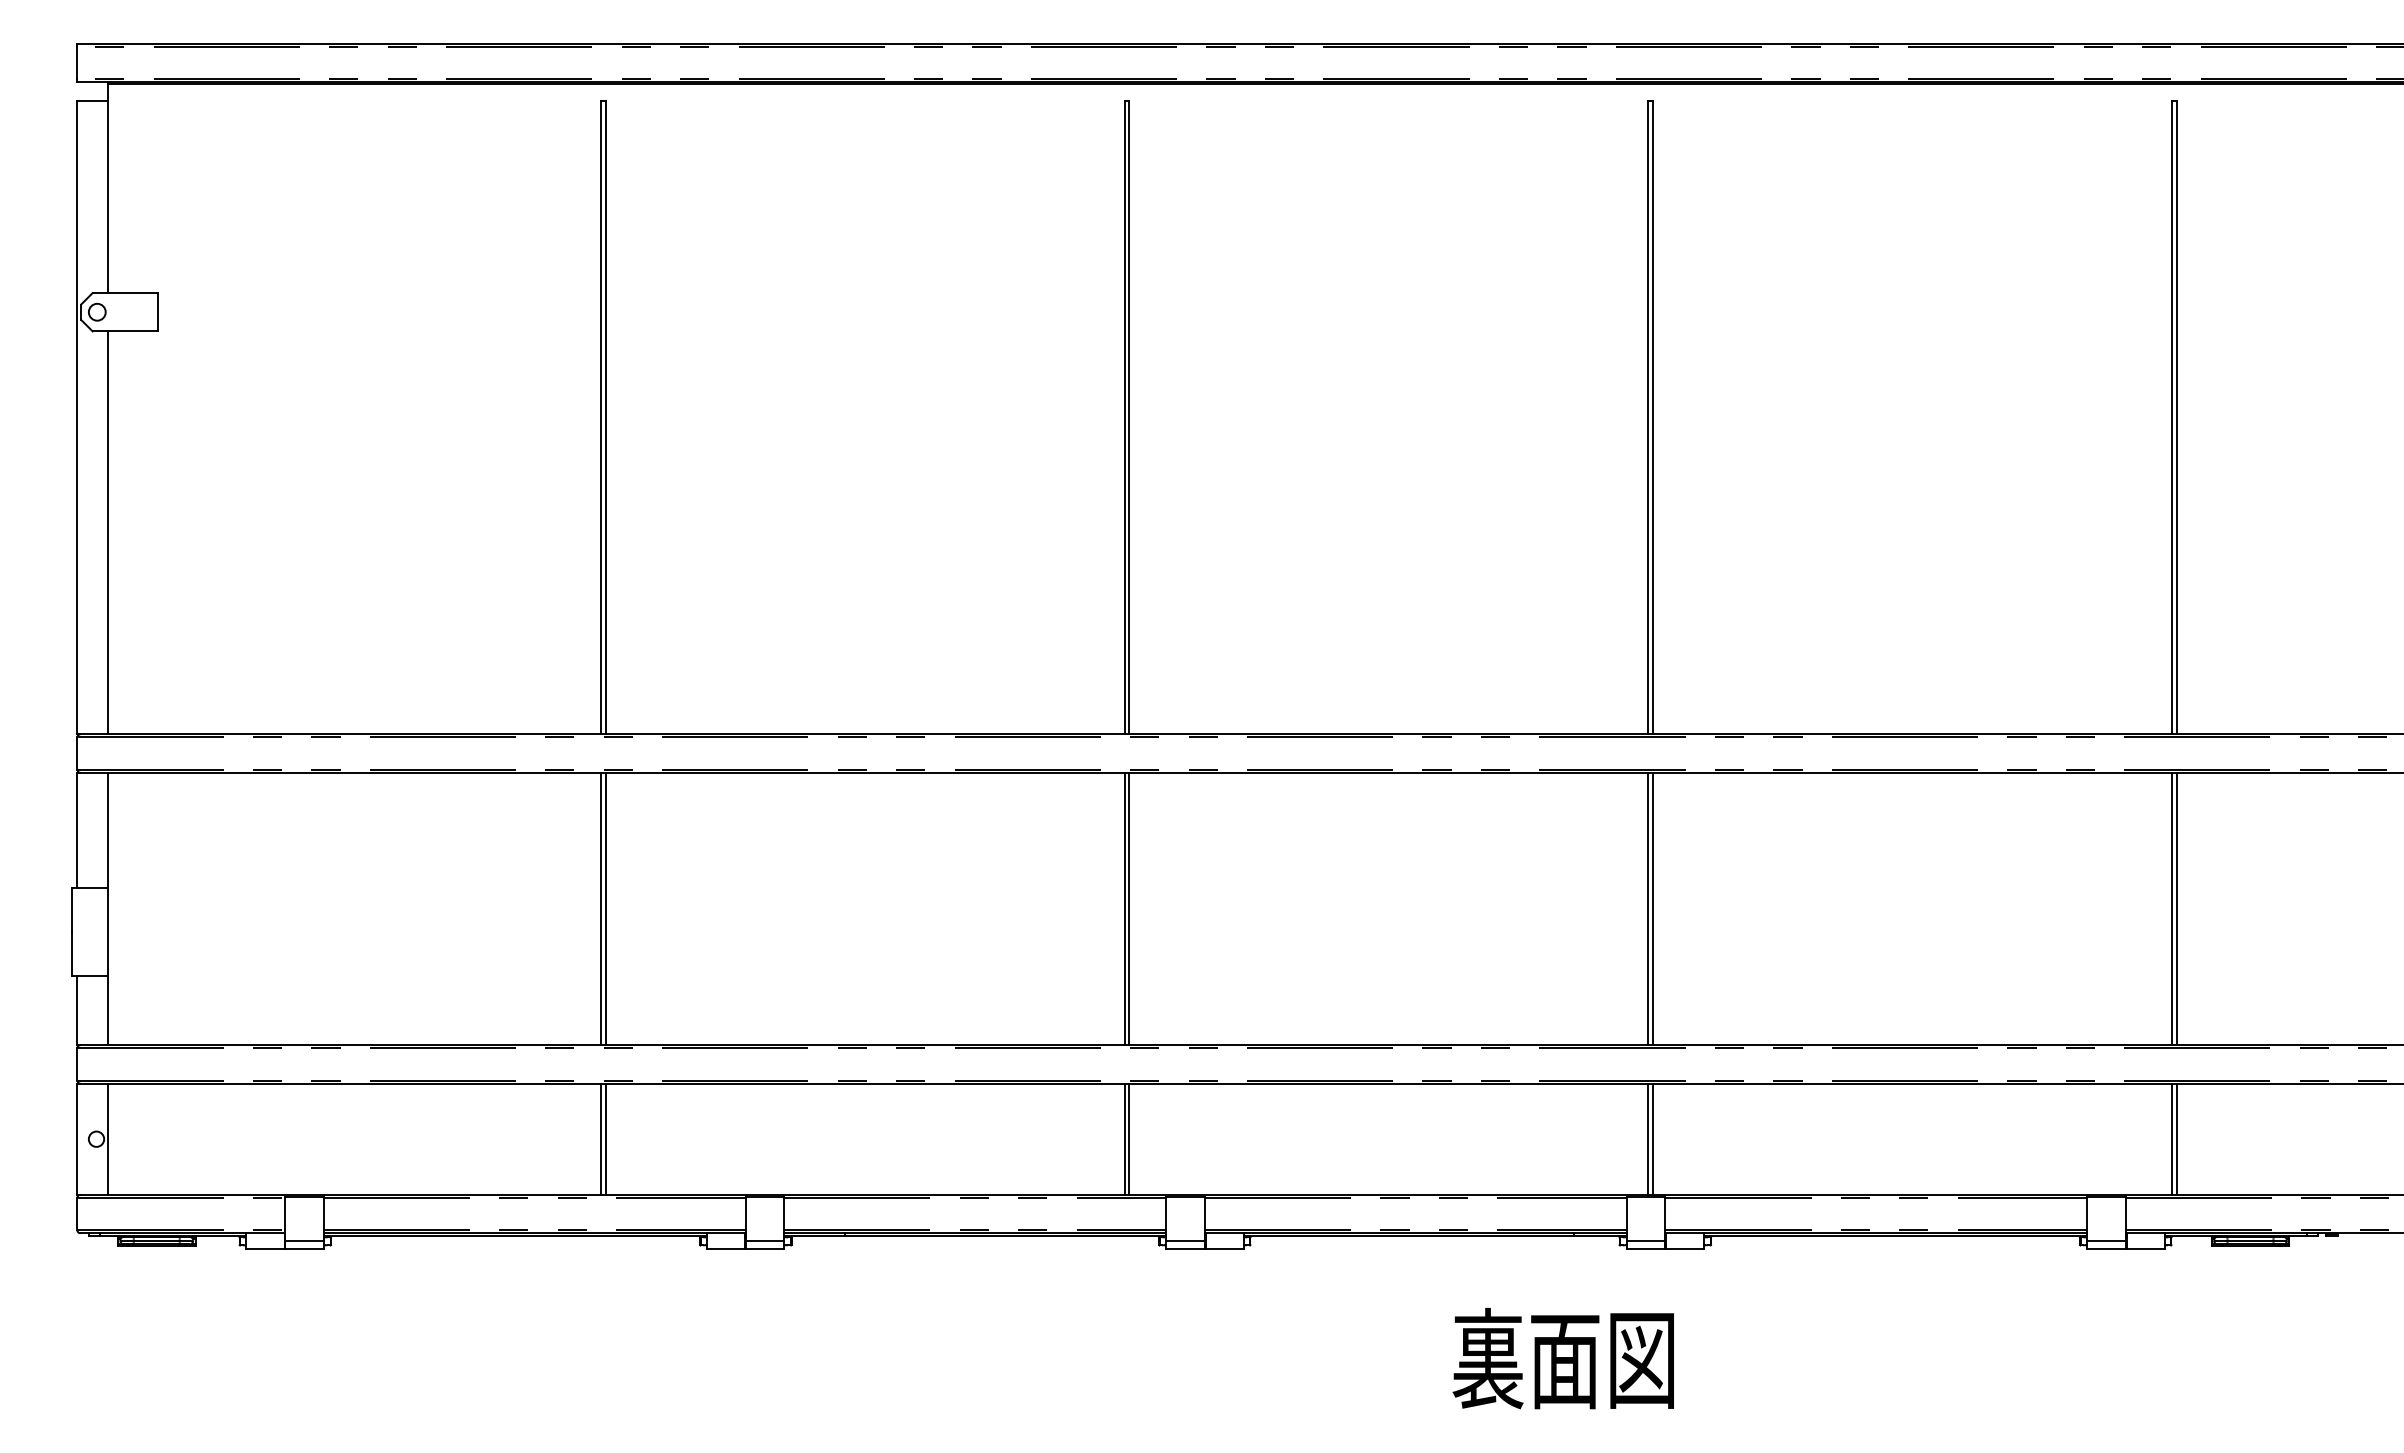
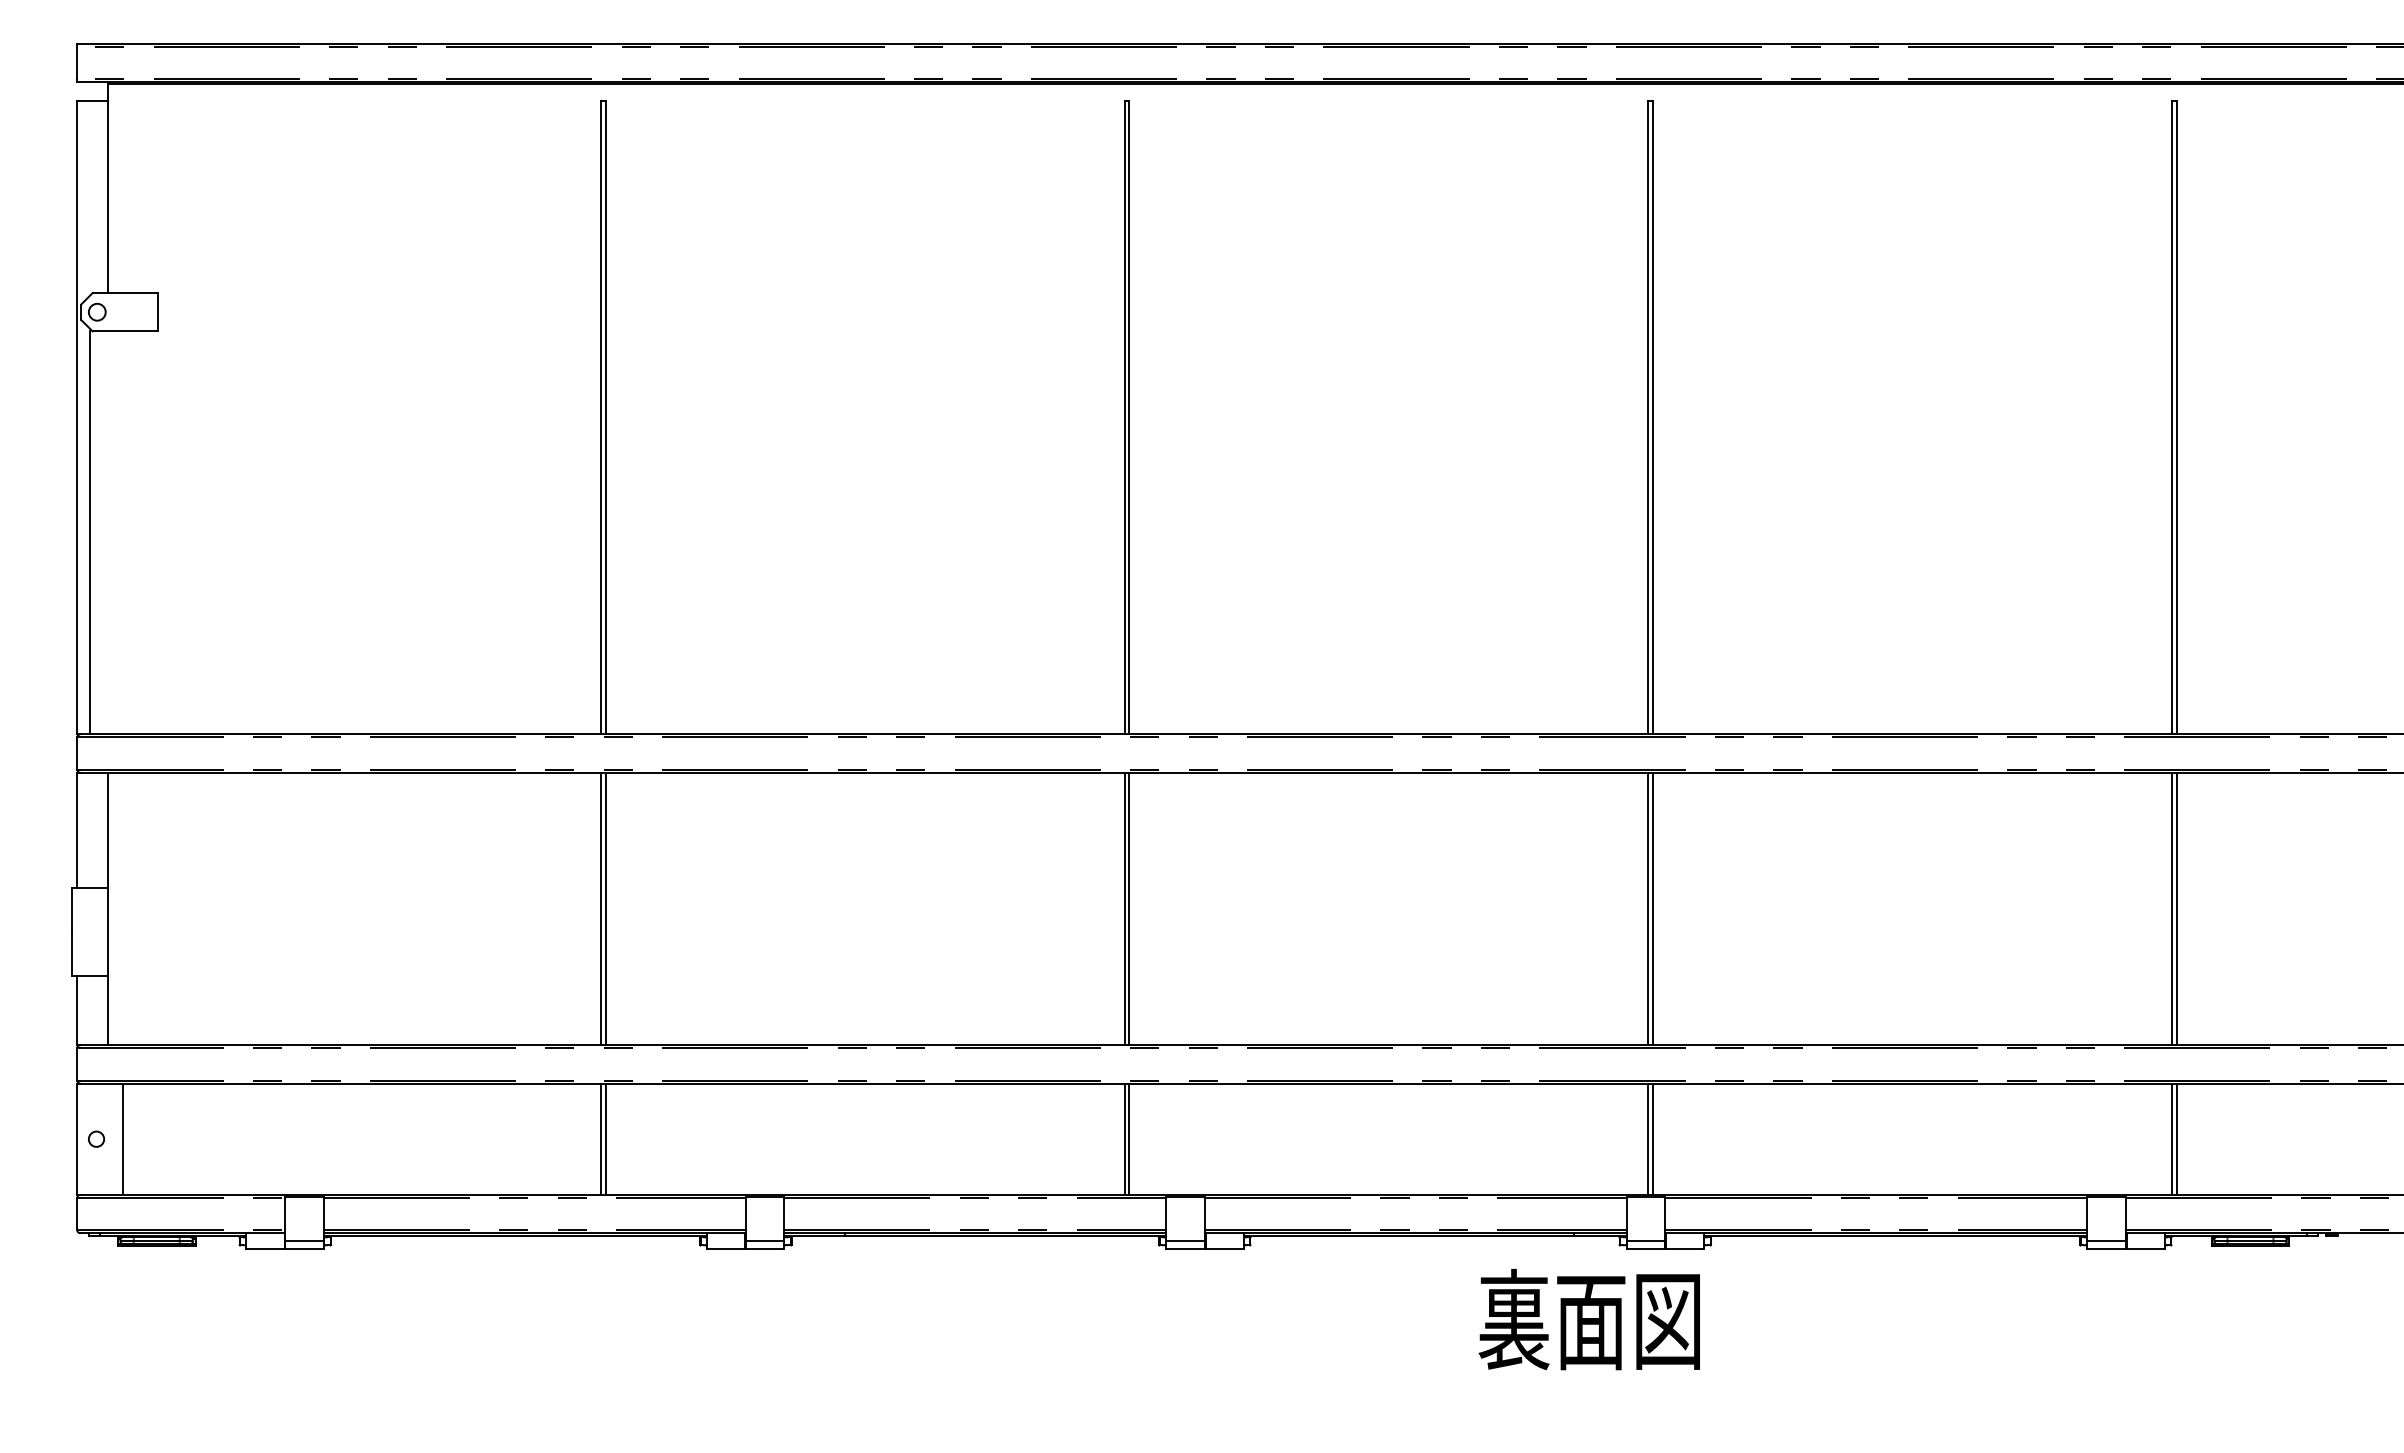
line at (108, 532) position: (108, 532) -> (90, 532)
line at (108, 1138) position: (108, 1138) -> (123, 1138)
text at (1562, 1358) position: (1562, 1358) -> (1588, 1319)
